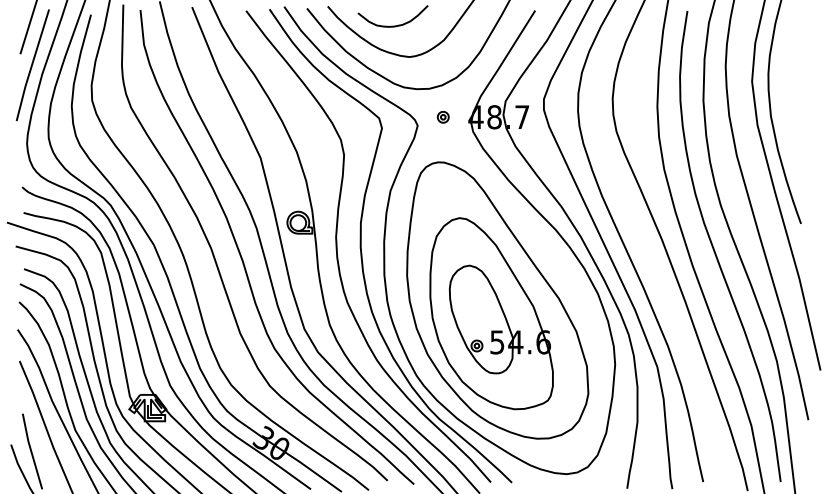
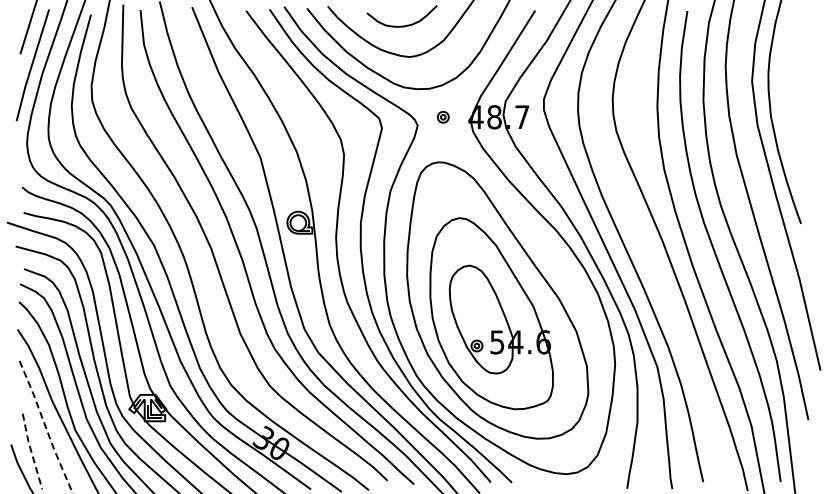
curve at (392, 25) position: (392, 25) -> (401, 25)
line at (45, 427): solid -> dashed
line at (31, 450): solid -> dashed
